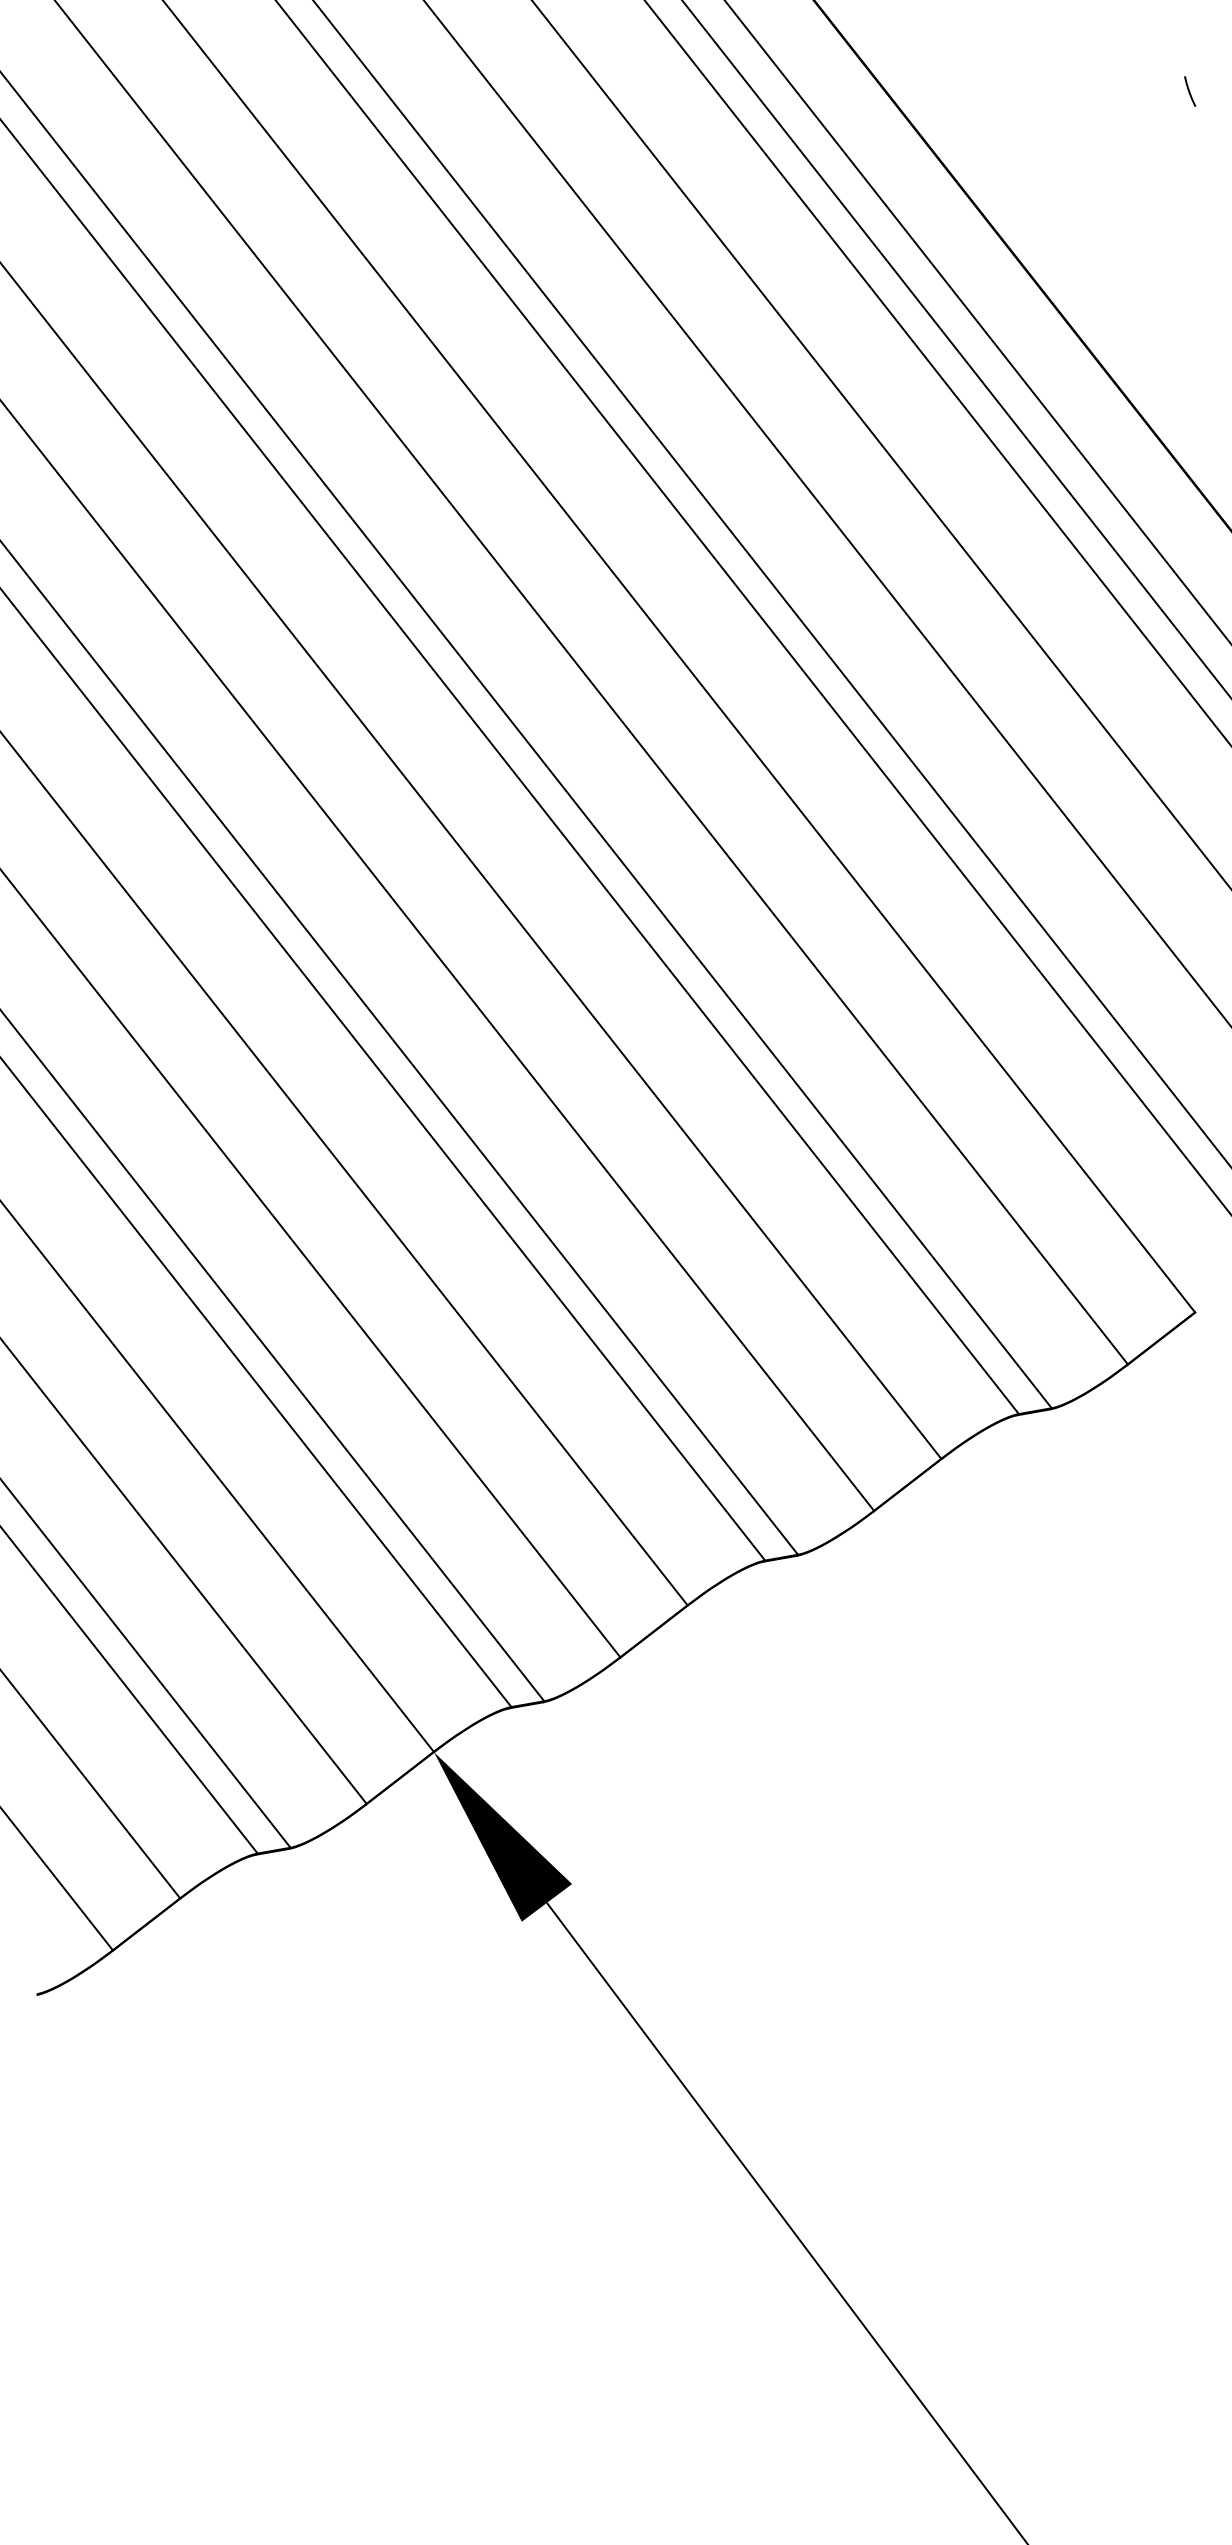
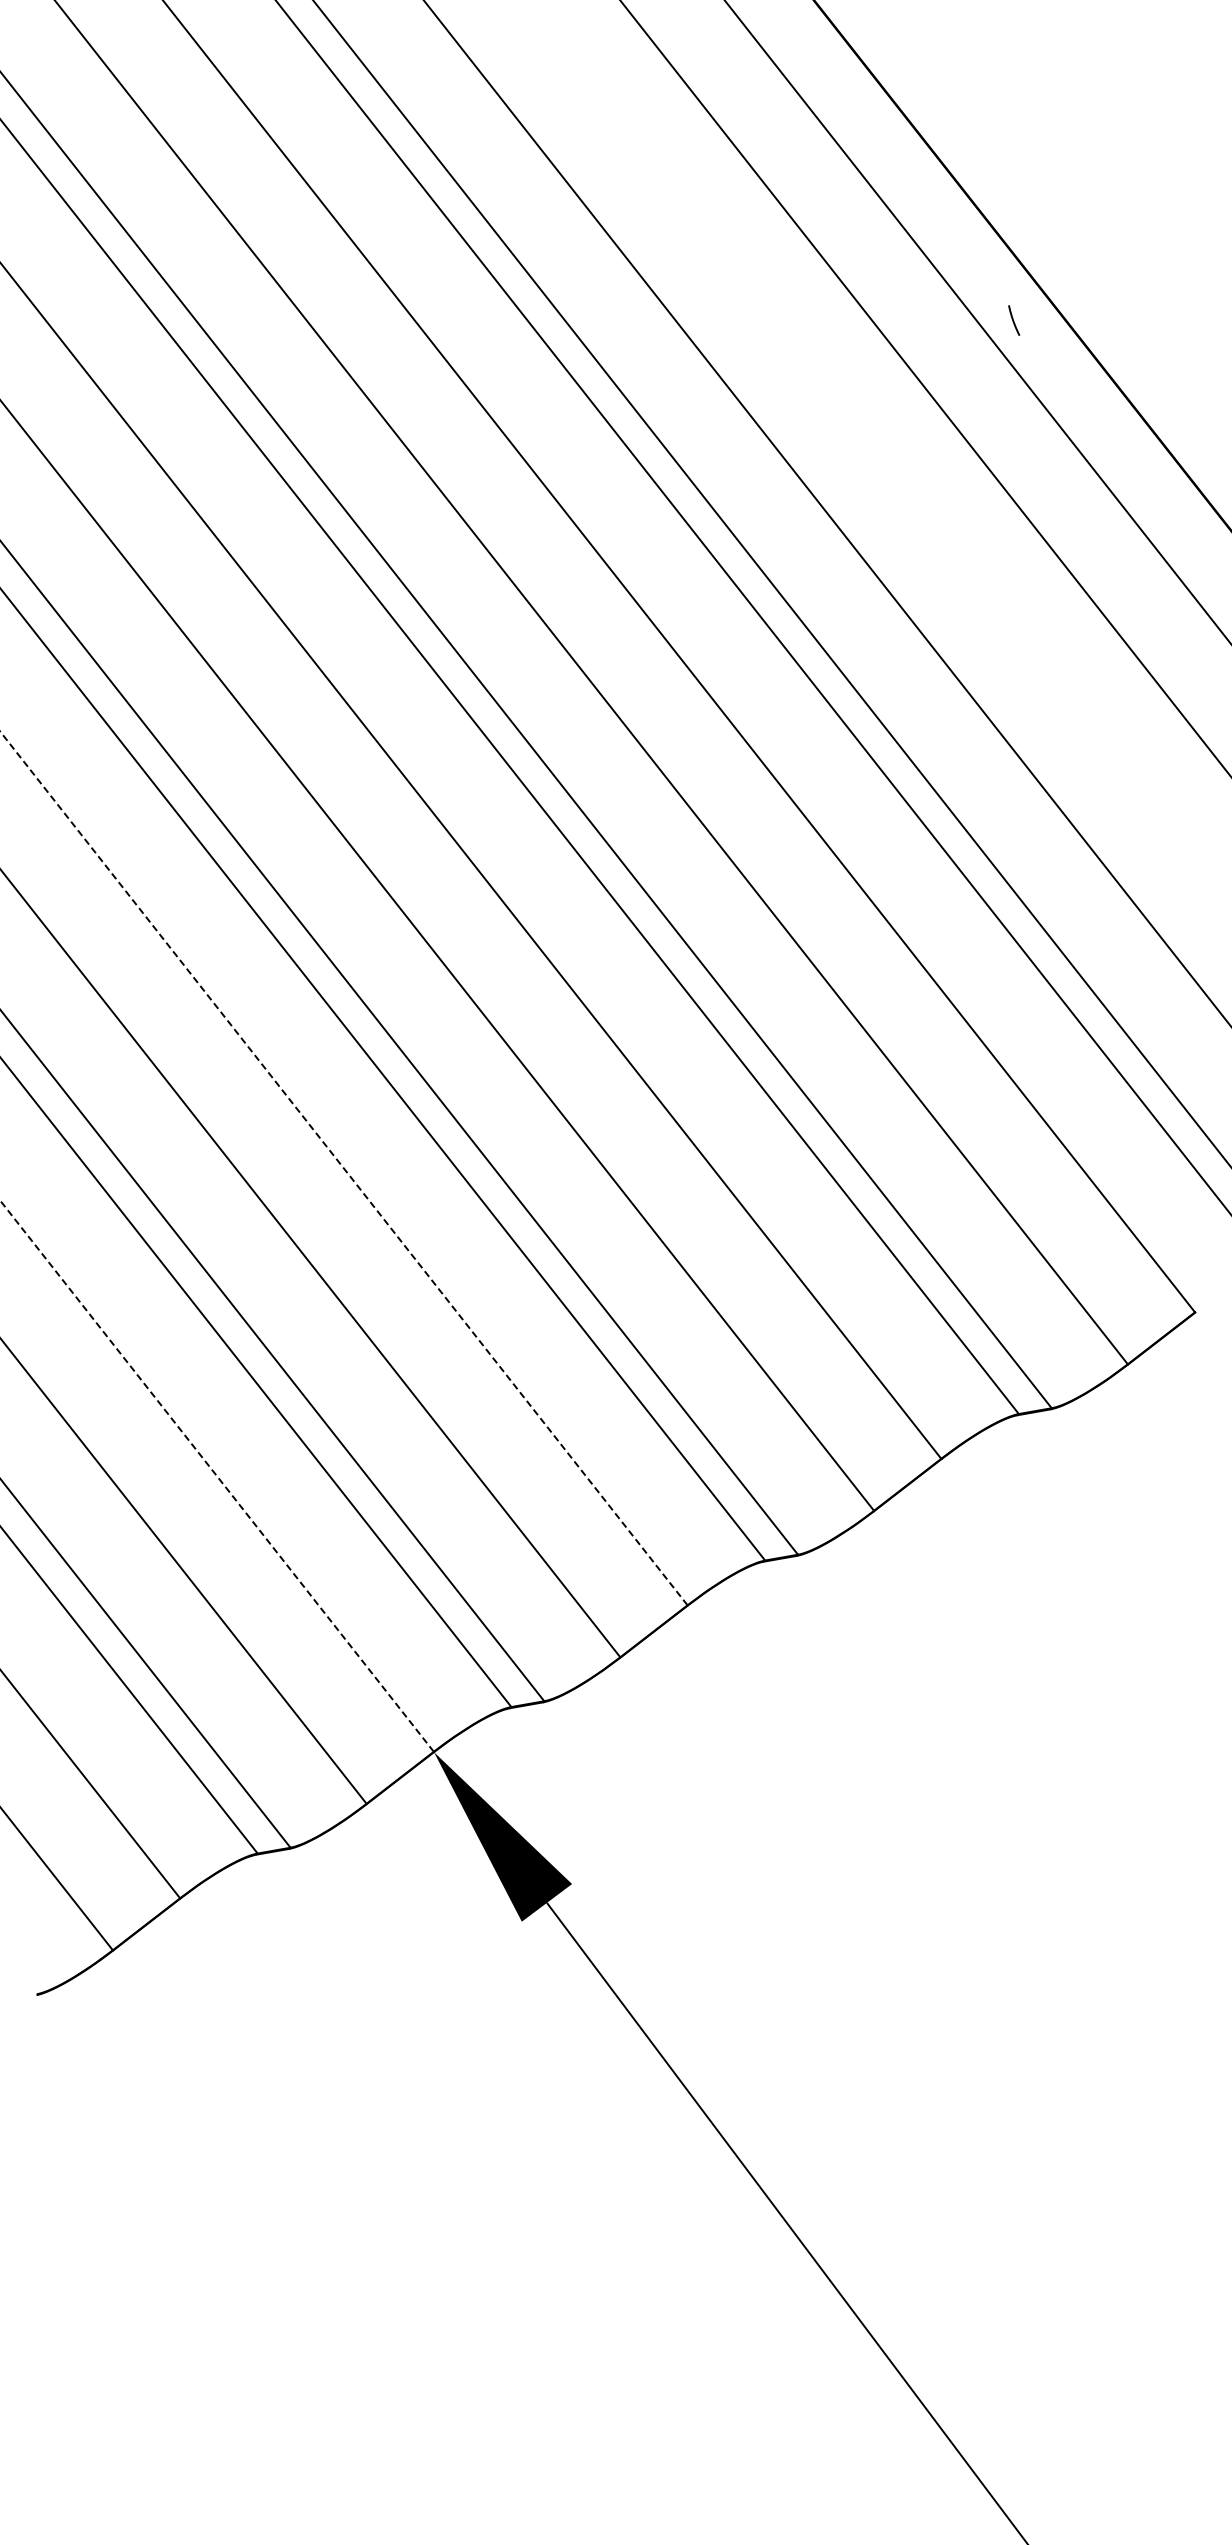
curve at (1190, 91) position: (1190, 91) -> (1014, 320)
line at (955, 348): present -> none
line at (937, 372) position: (937, 372) -> (924, 387)
line at (880, 444): present -> none
line at (343, 1168): solid -> dashed
line at (216, 1475): solid -> dashed
